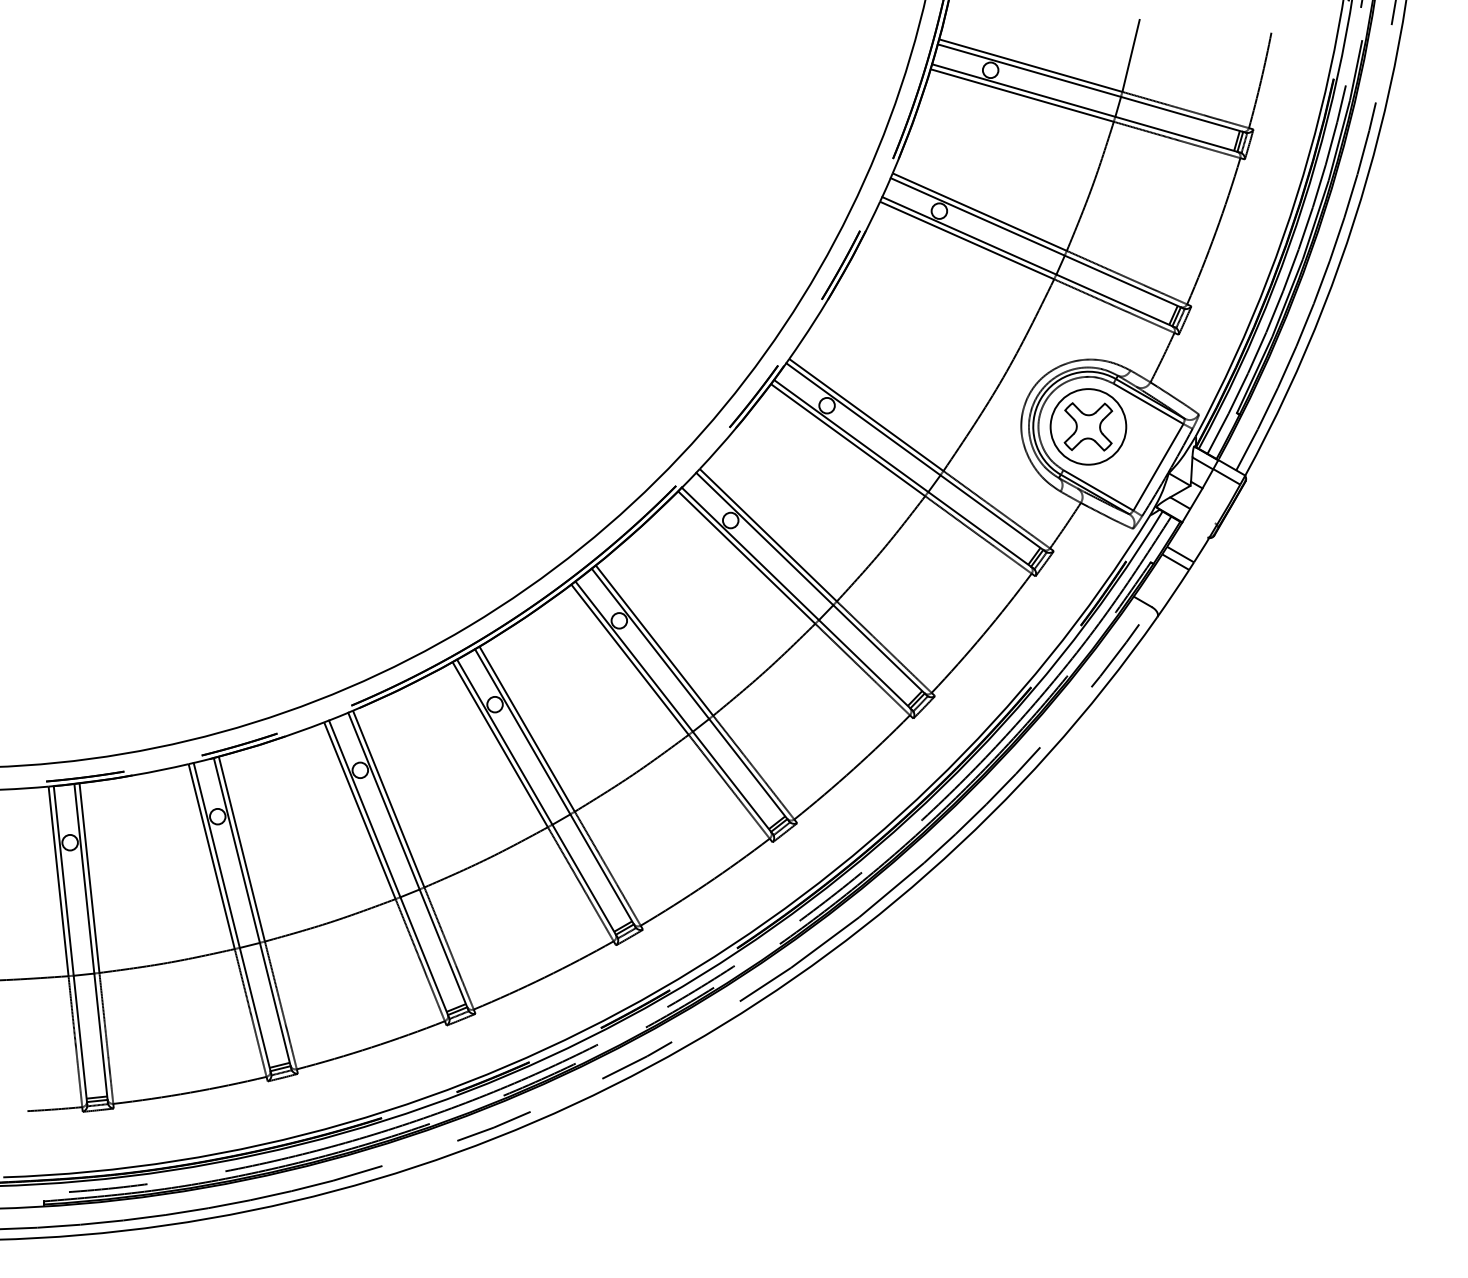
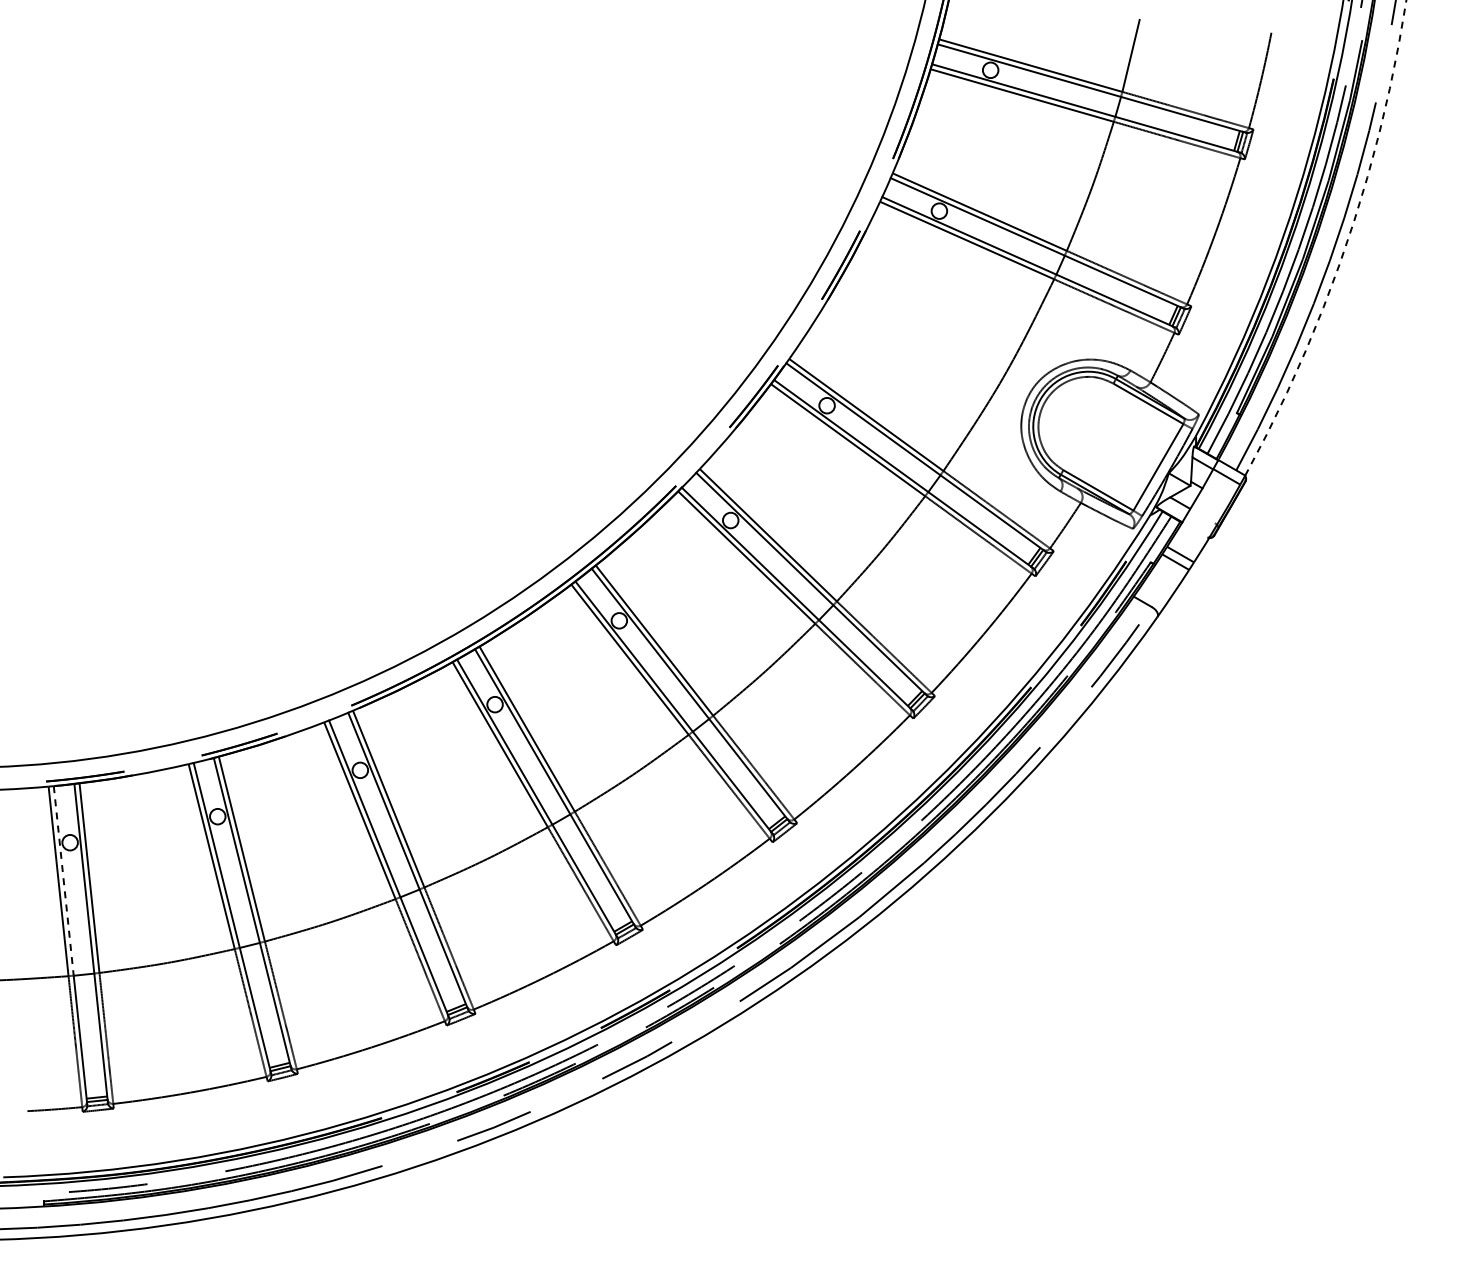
arc at (1345, 245): solid -> dashed
part at (1088, 426): present -> none
line at (63, 881): solid -> dashed
